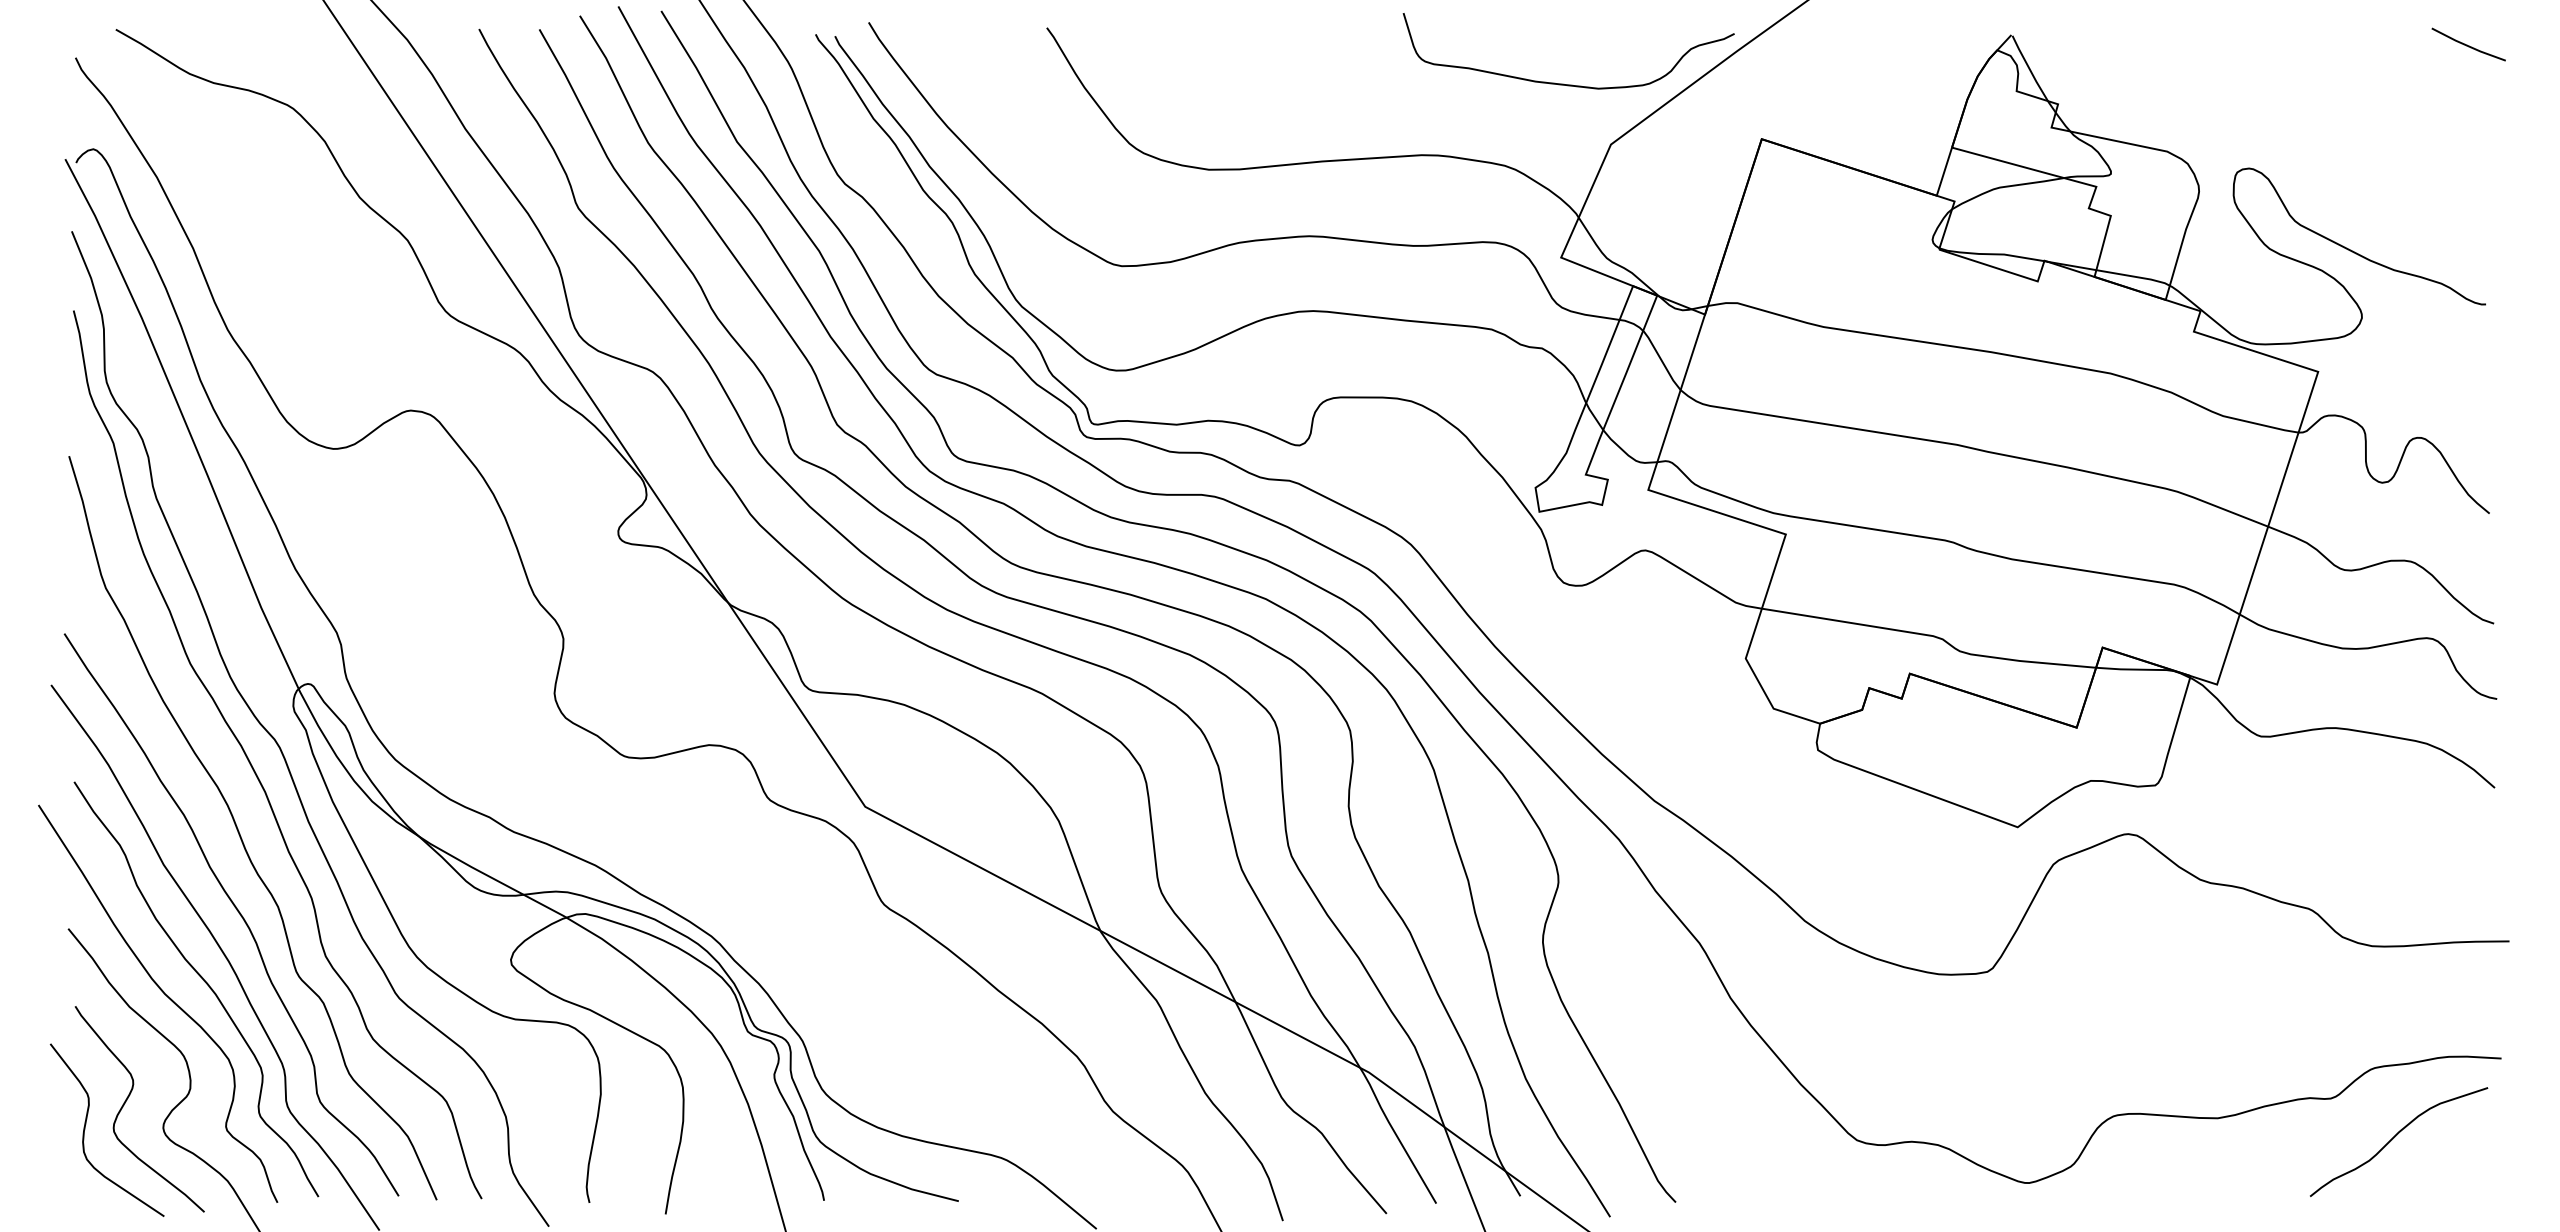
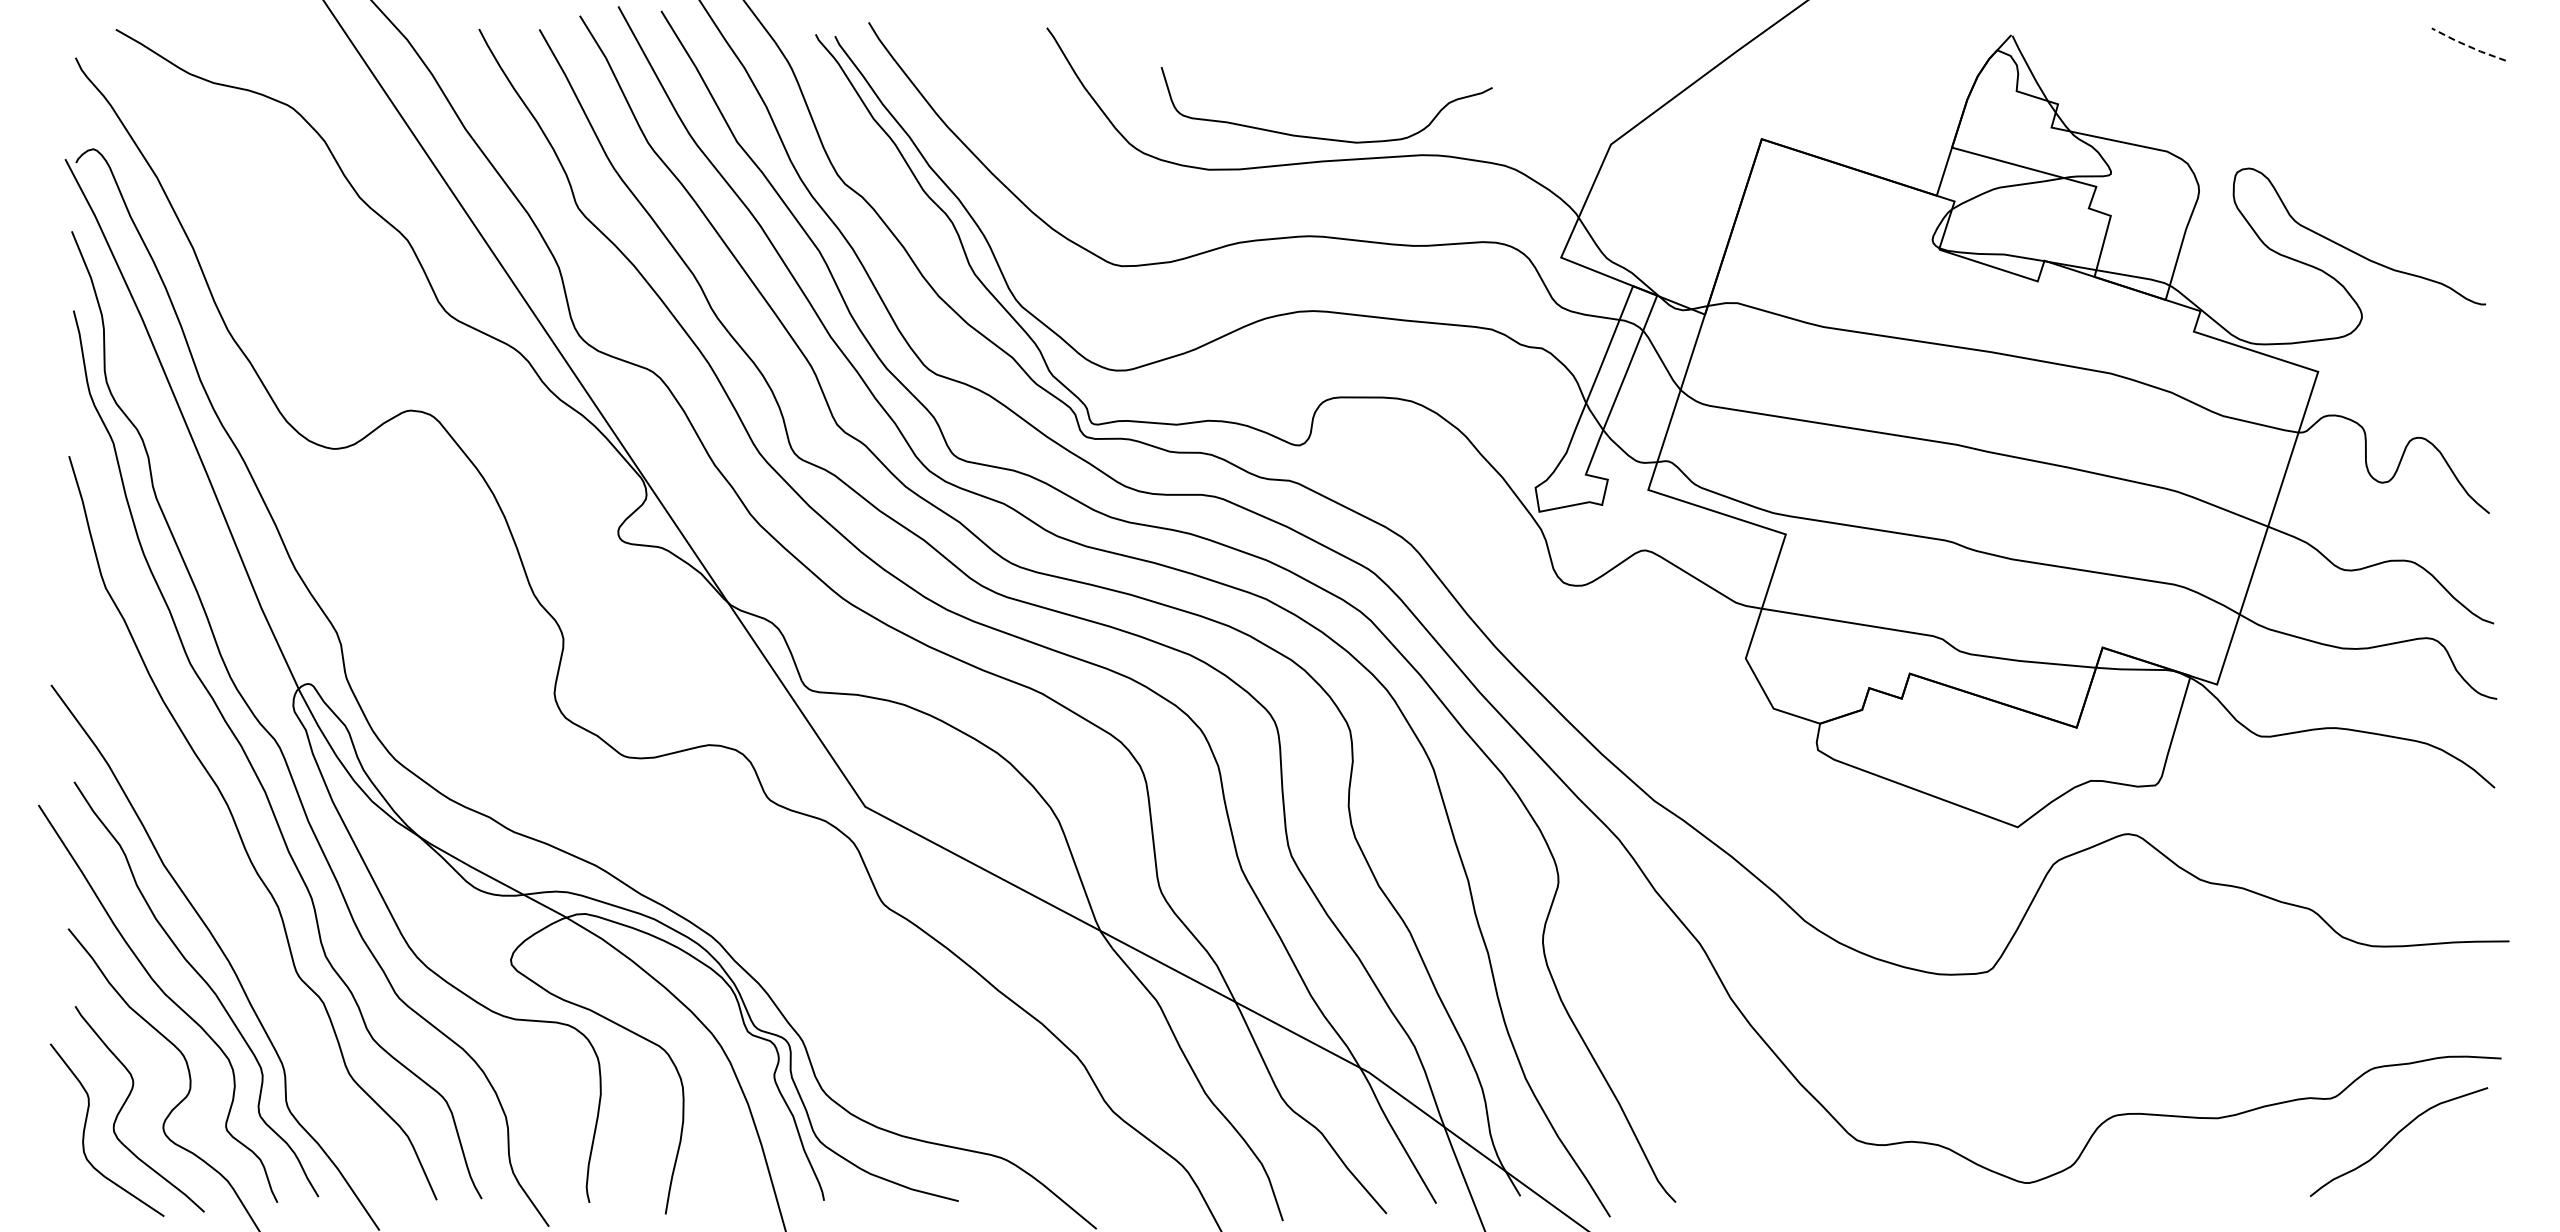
line at (2468, 46): solid -> dashed
curve at (1563, 83) position: (1563, 83) -> (1321, 137)
curve at (236, 910): present -> none
